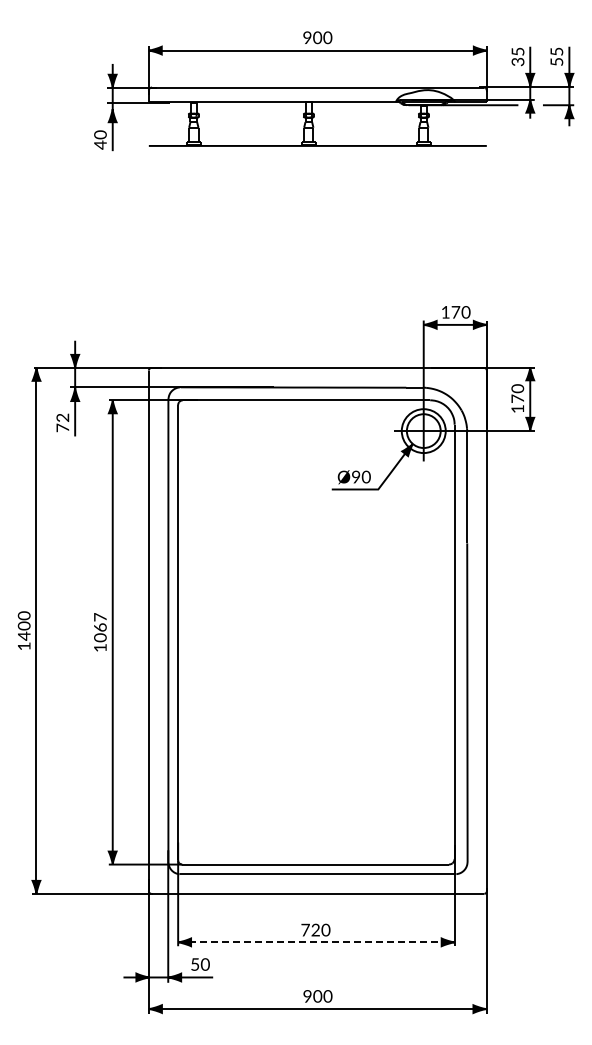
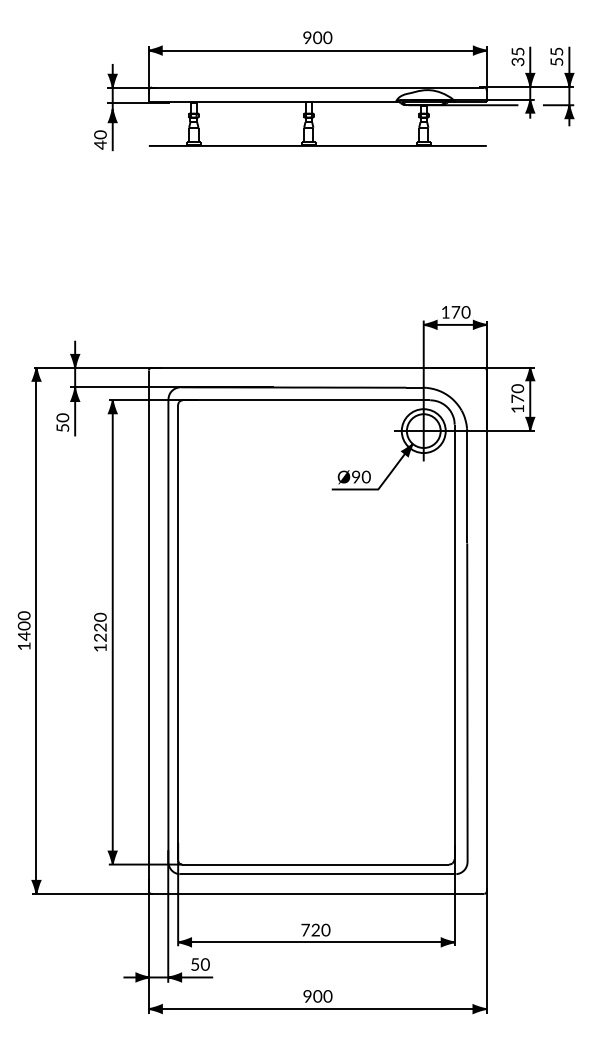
text at (62, 422): 72 -> 50
text at (100, 627): 1067 -> 1220
line at (316, 942): dashed -> solid
